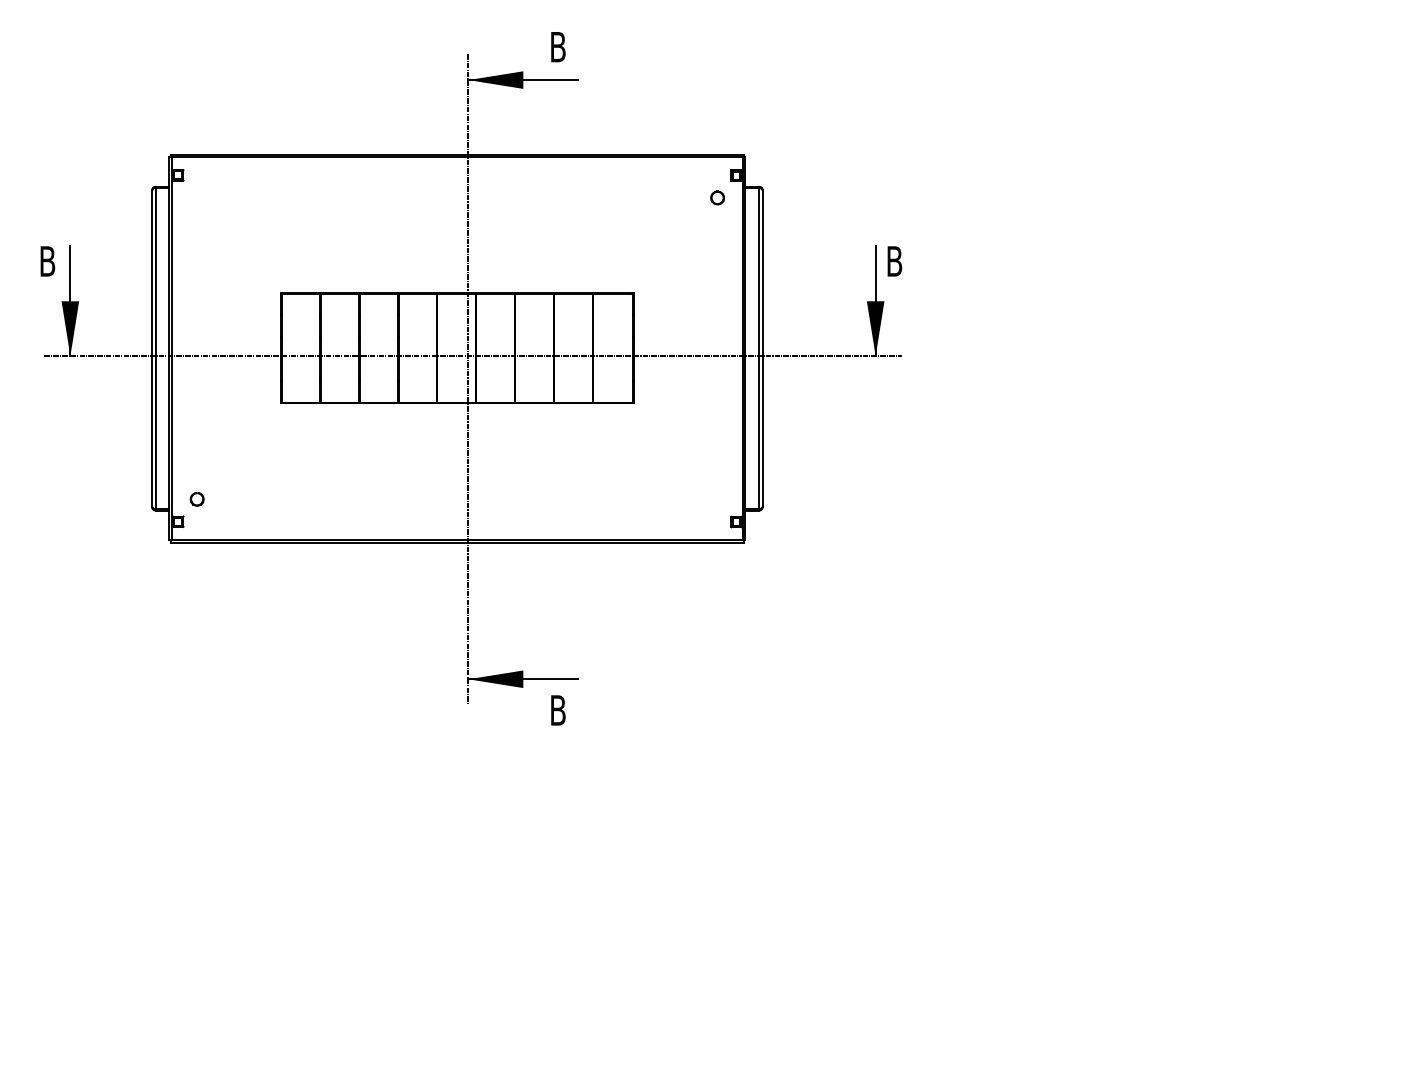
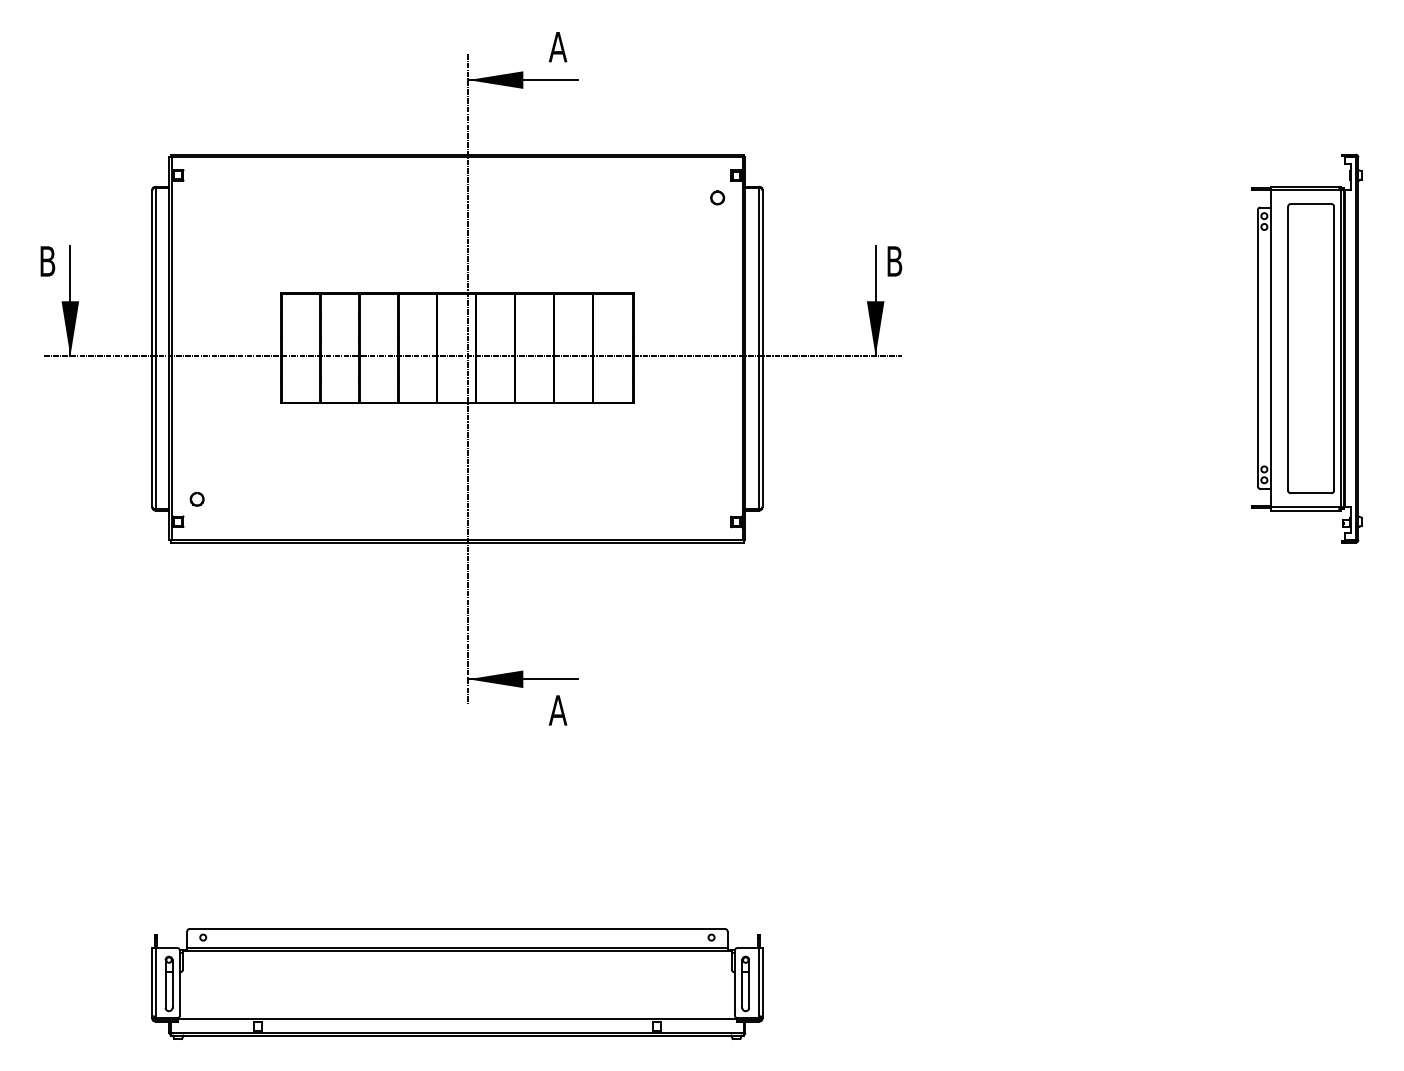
text at (557, 47): B -> A
part at (1306, 348): none -> present
text at (557, 710): B -> A
part at (457, 983): none -> present
